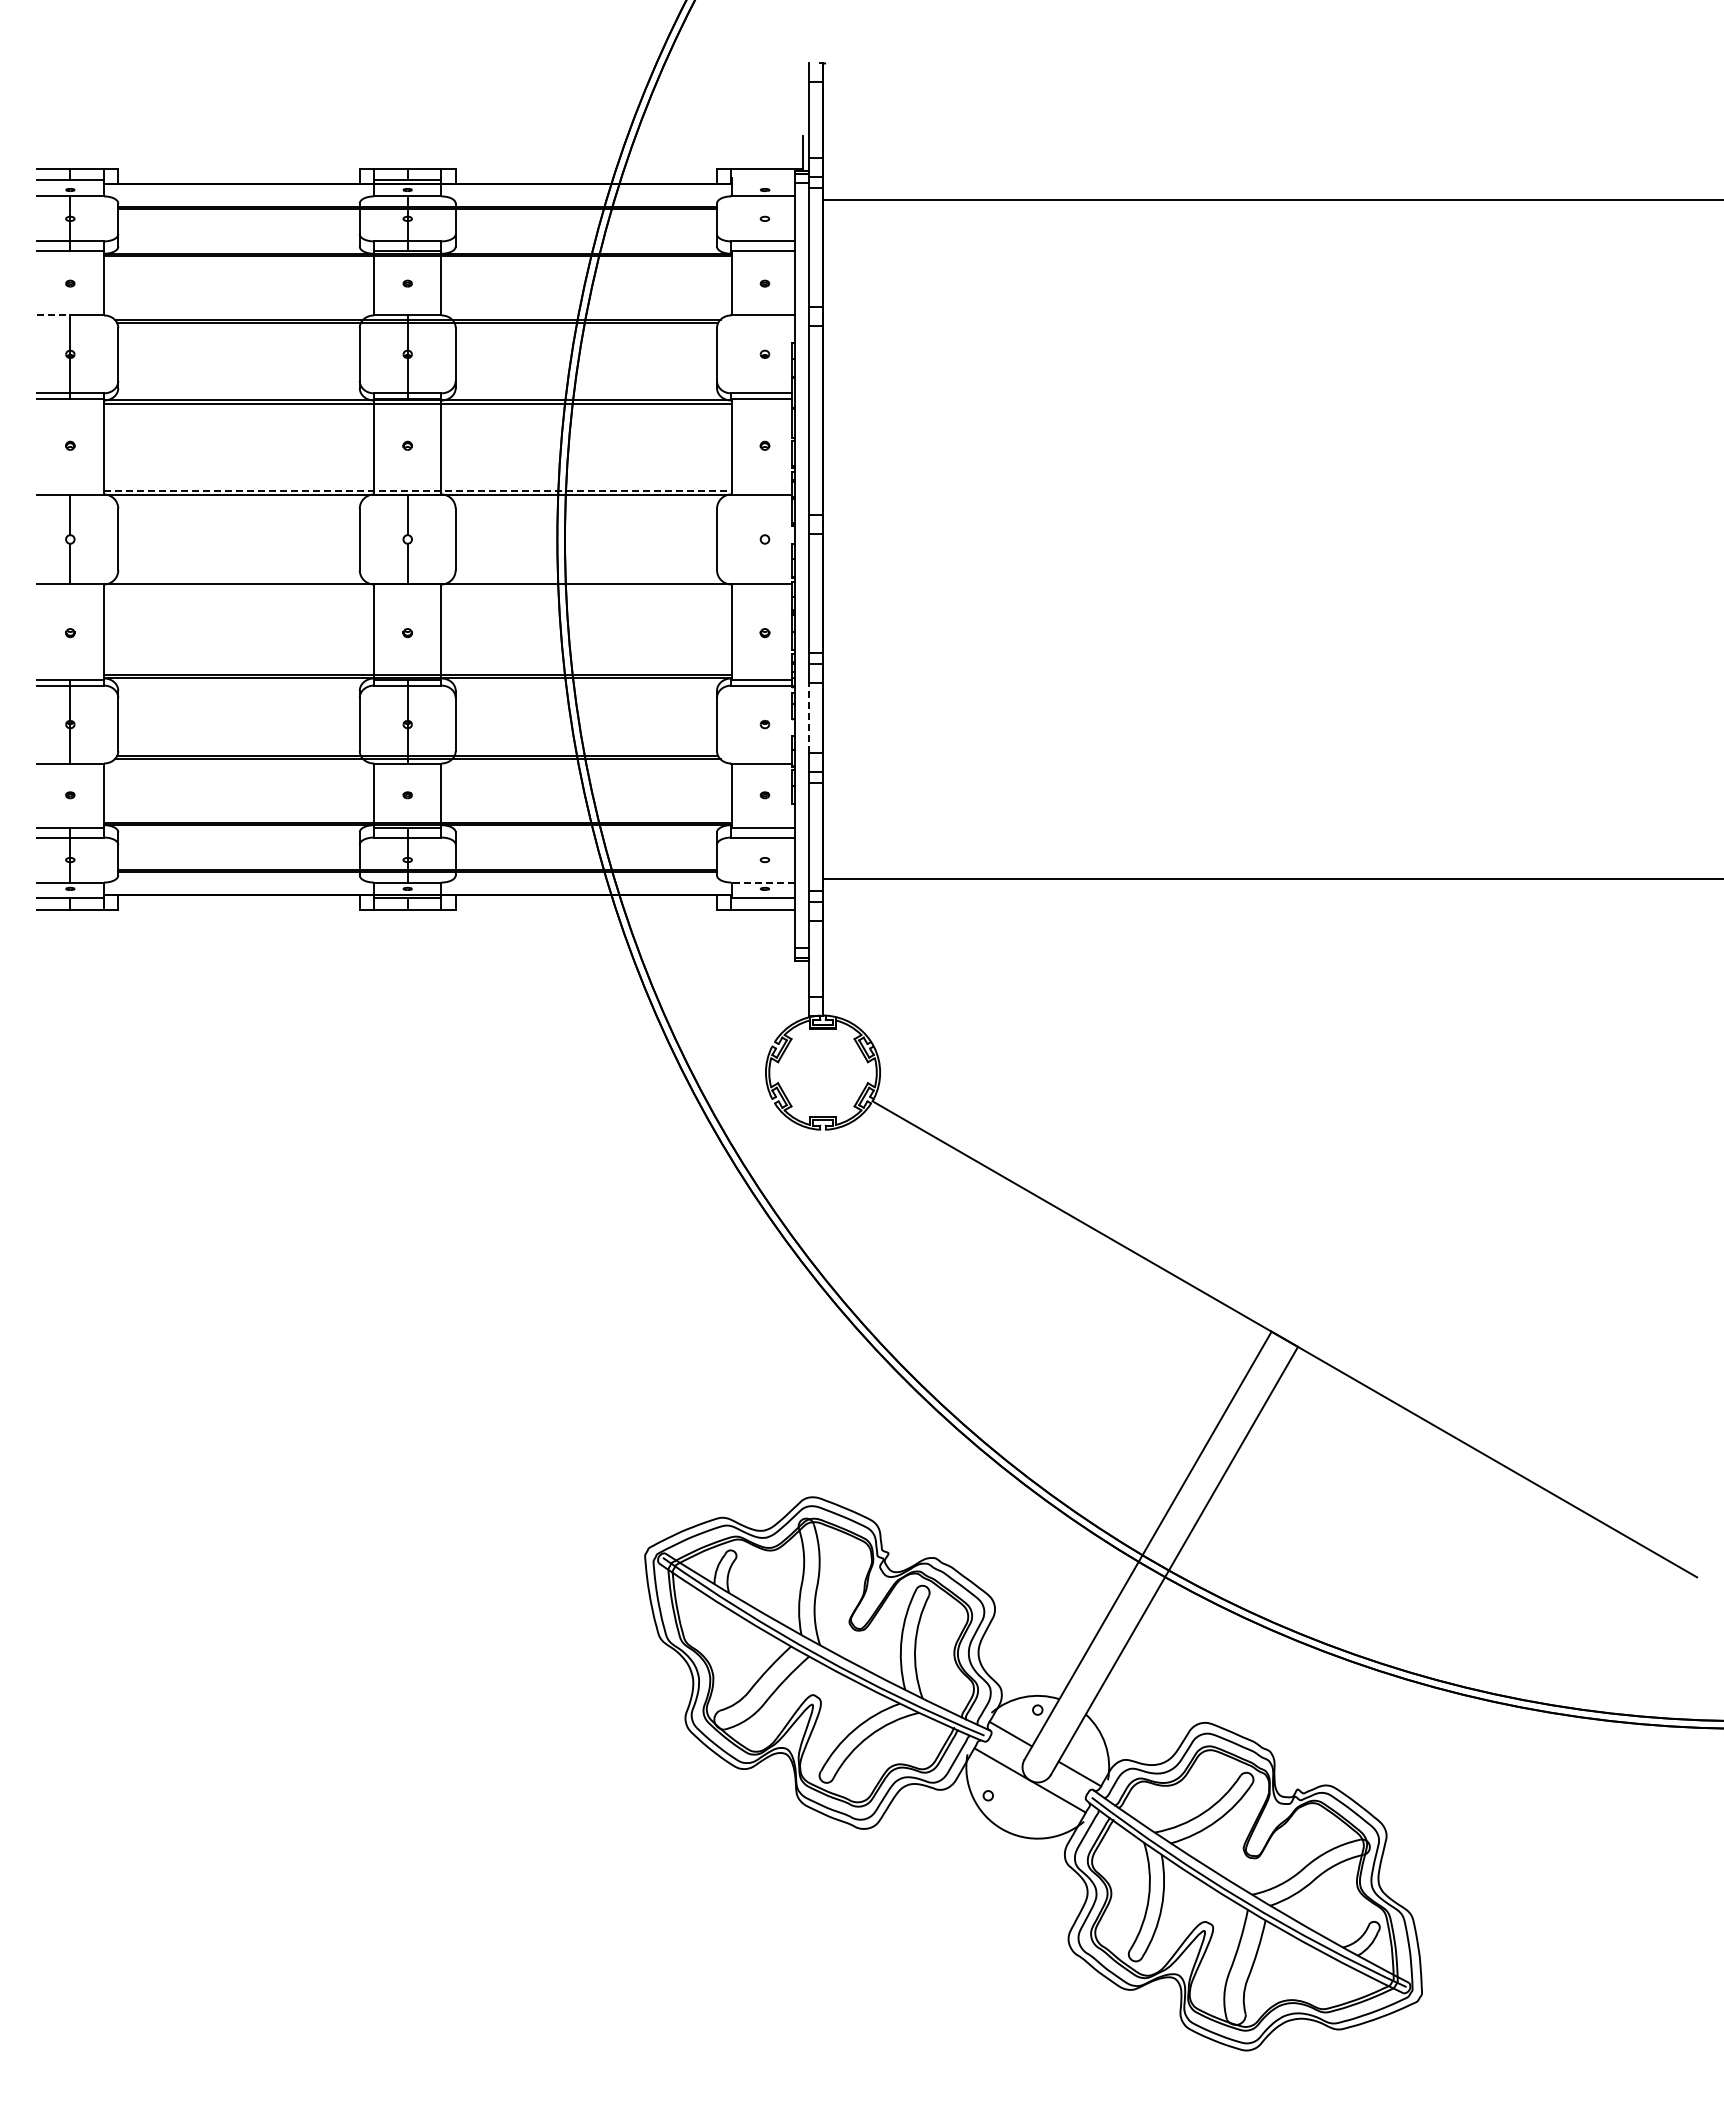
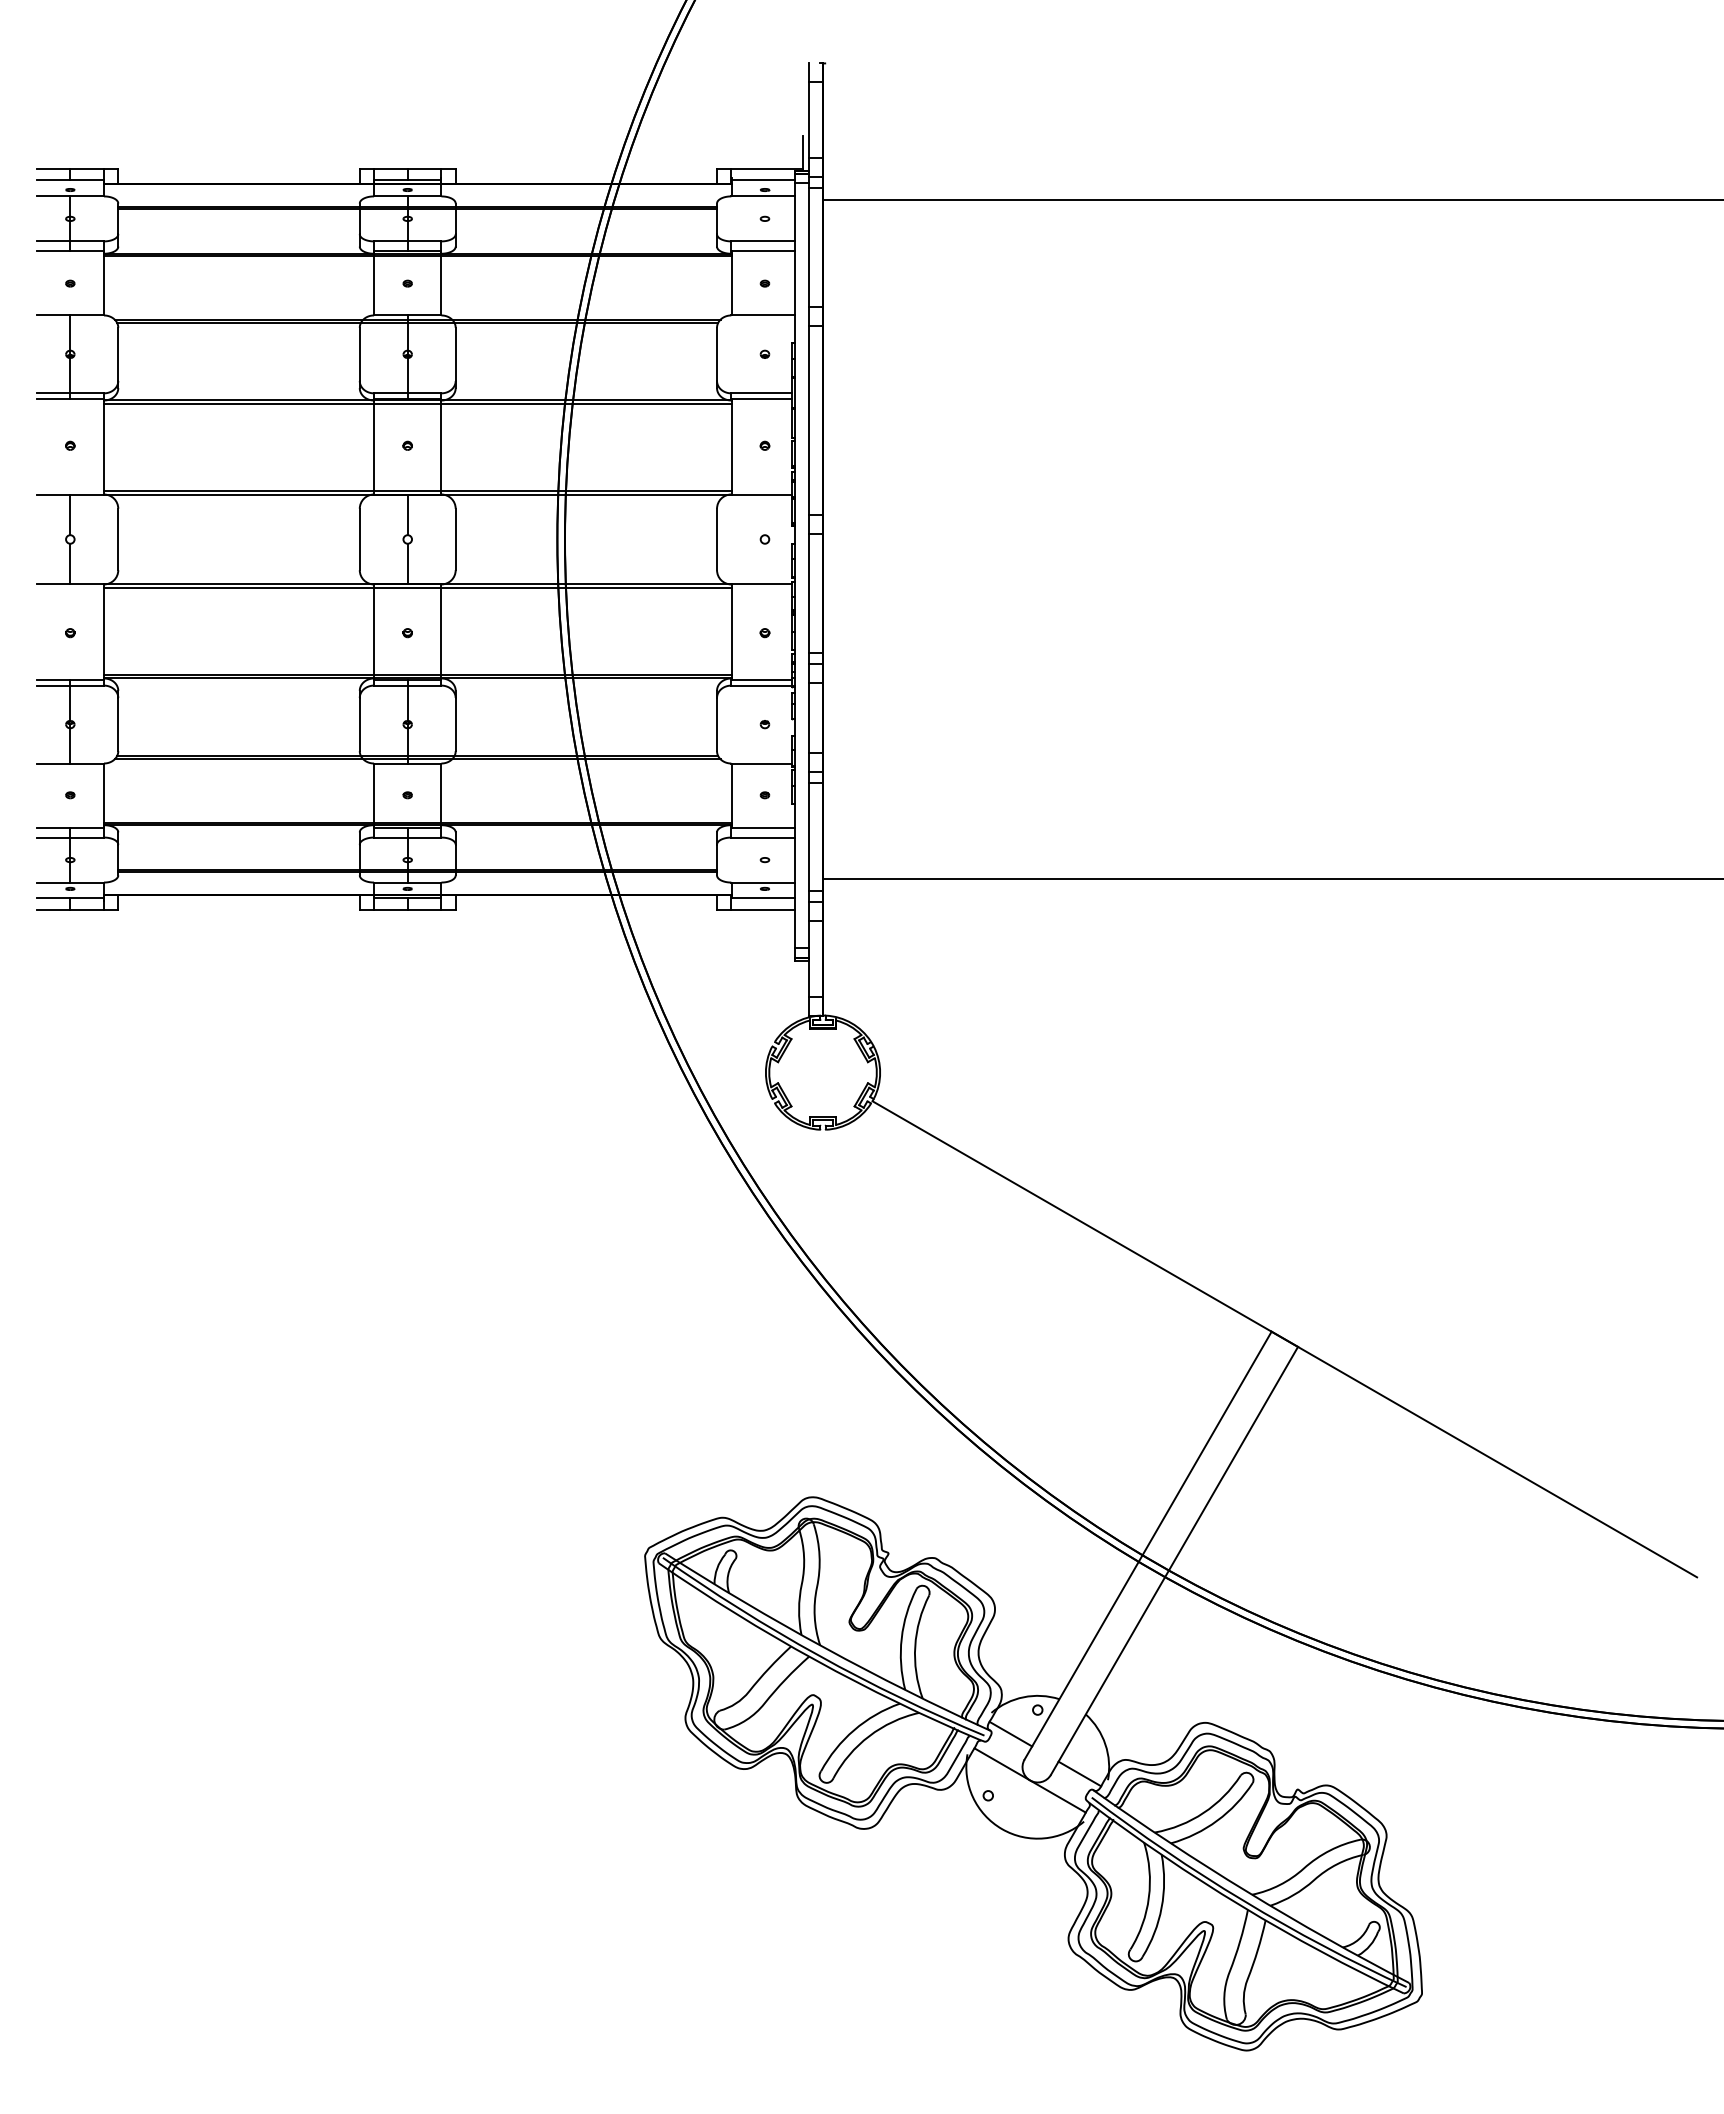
line at (762, 180): none -> present
line at (53, 315): dashed -> solid
line at (418, 490): dashed -> solid
line at (417, 588): none -> present
line at (808, 718): dashed -> solid
line at (762, 882): dashed -> solid
